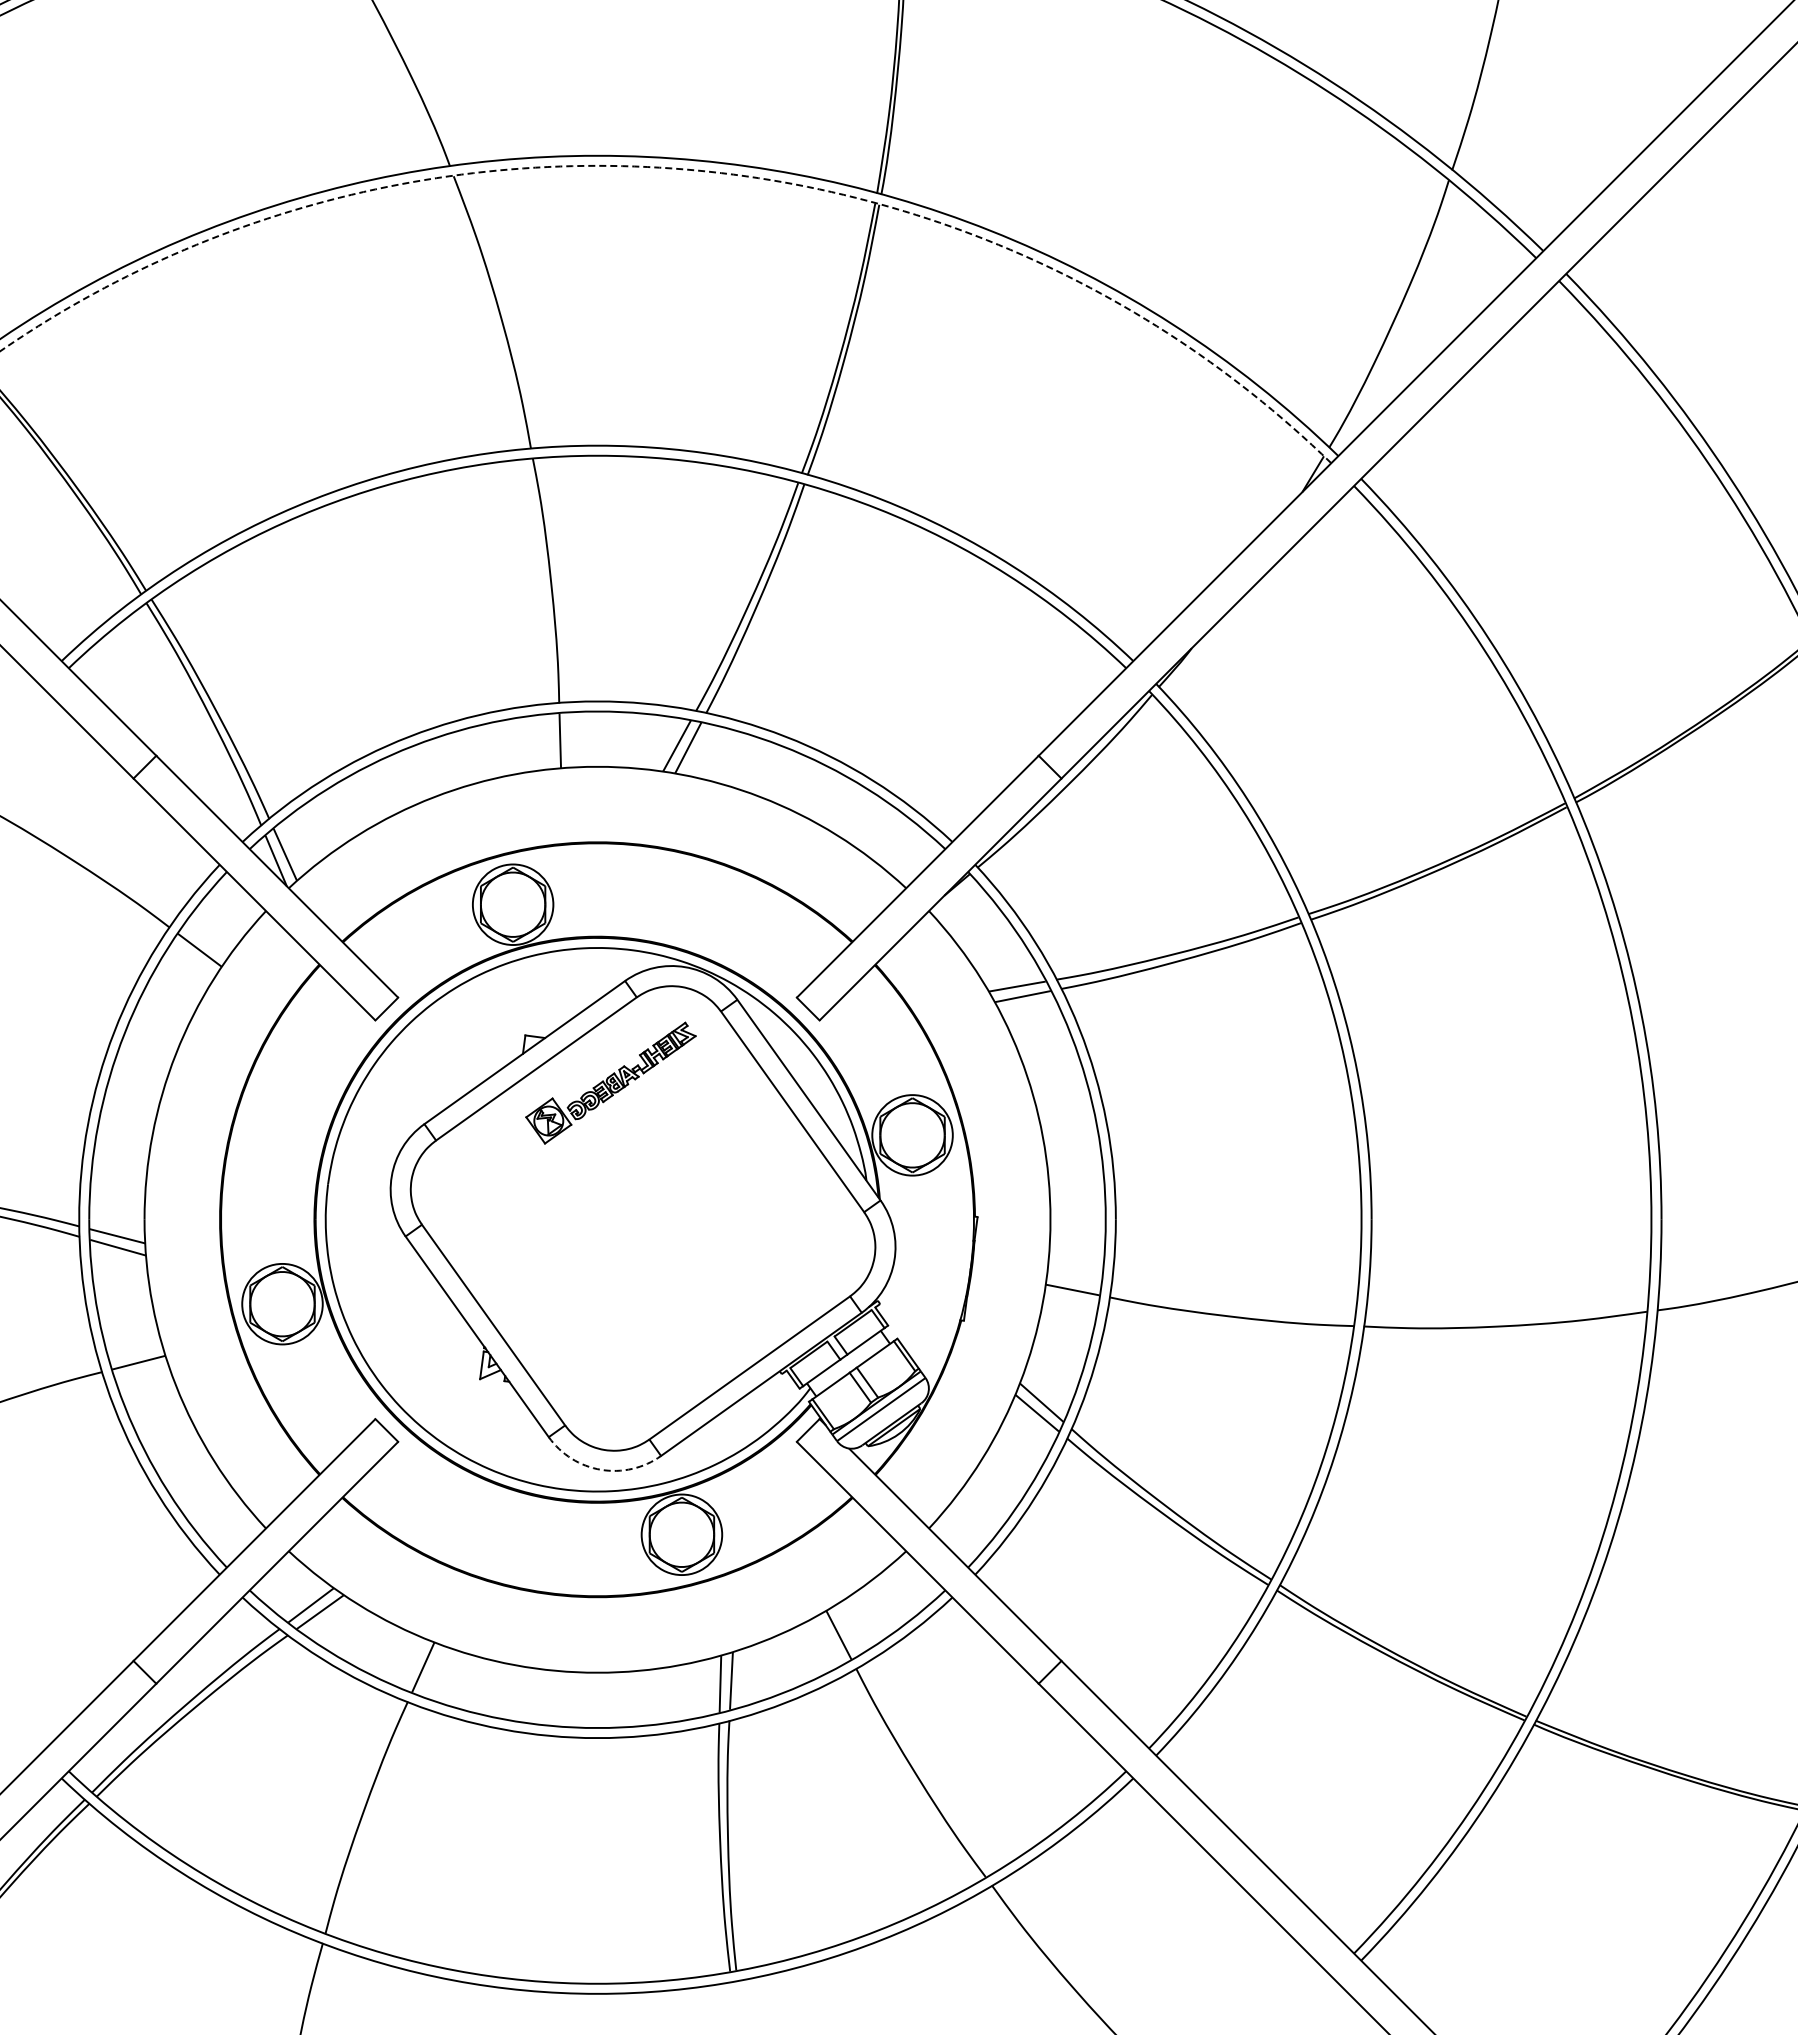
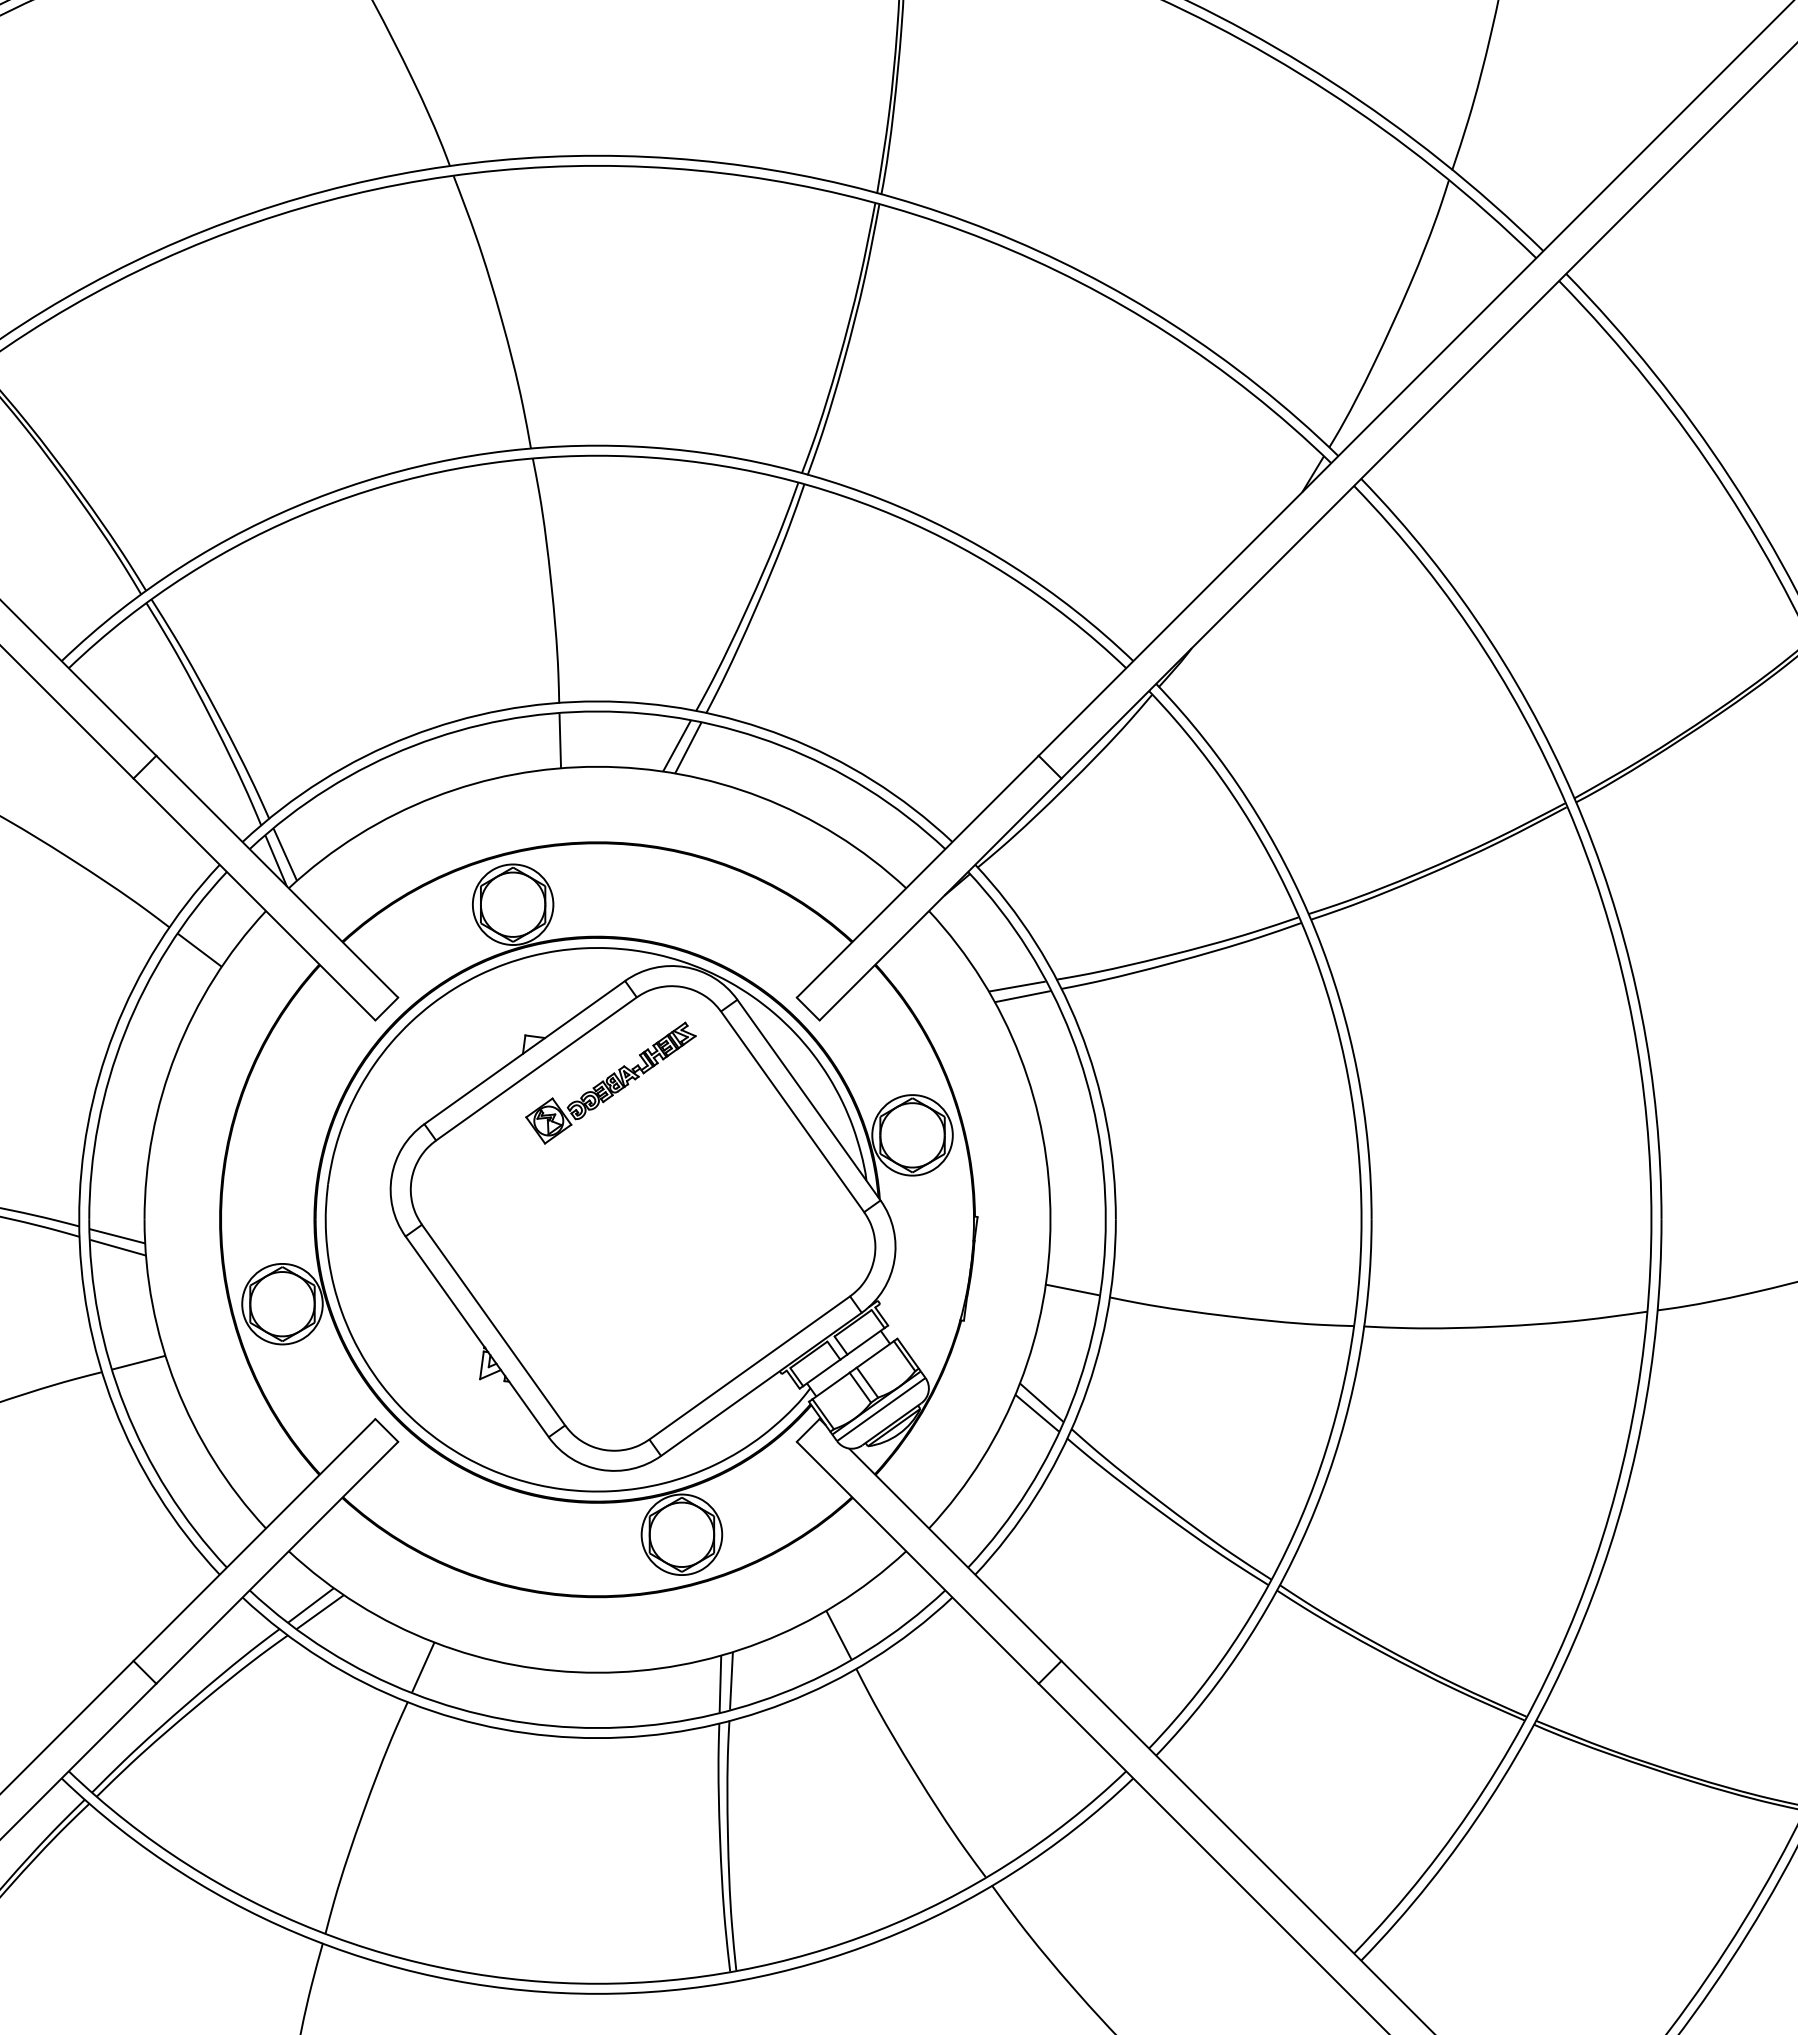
arc at (685, 169): dashed -> solid
arc at (601, 1469): dashed -> solid
